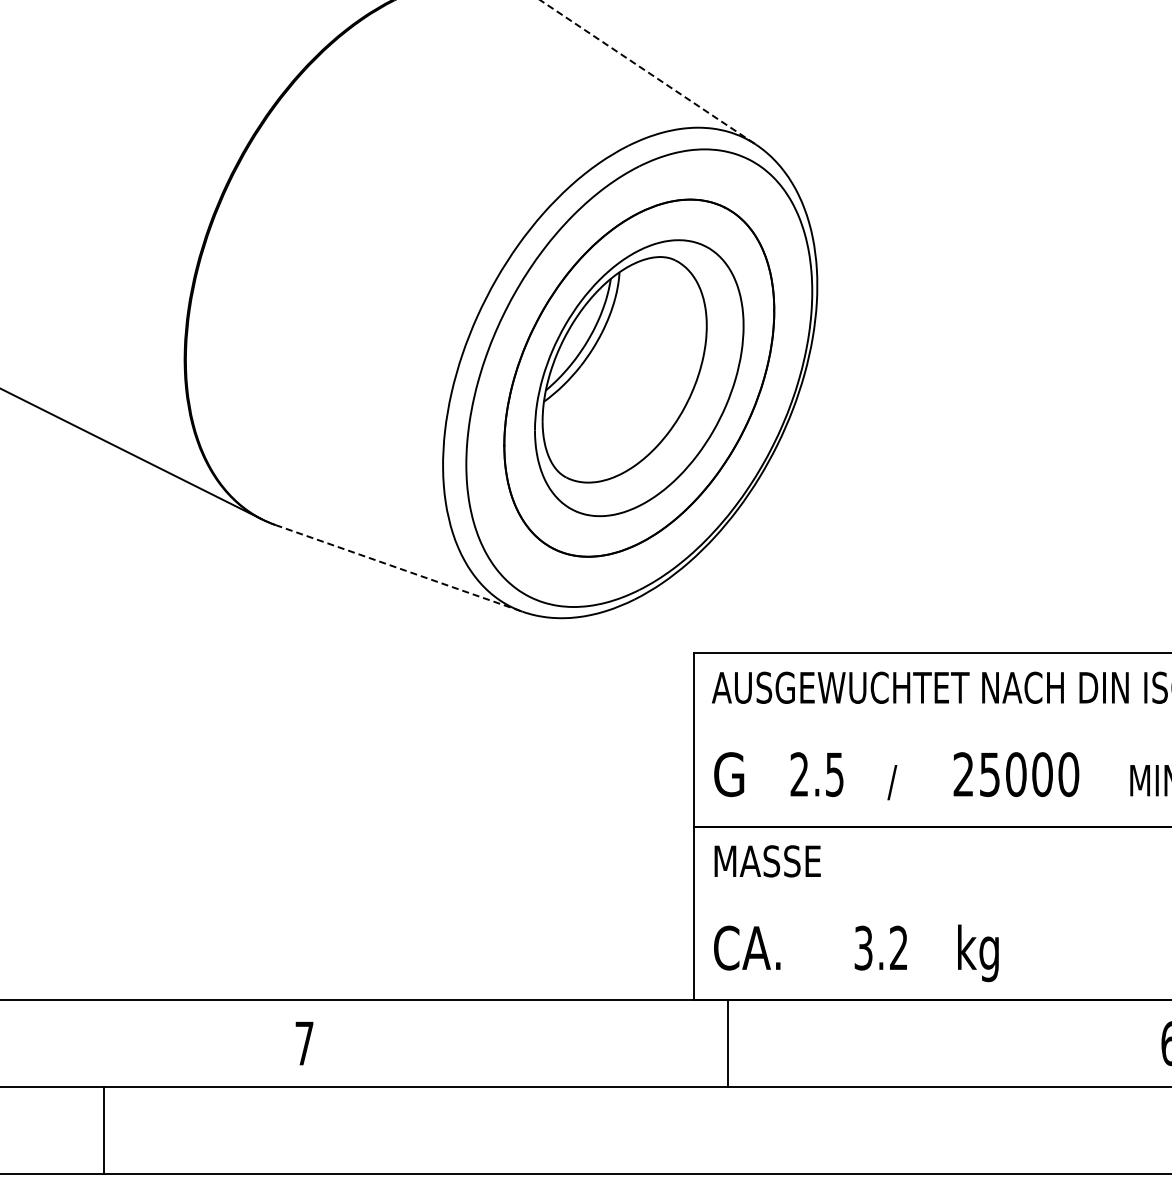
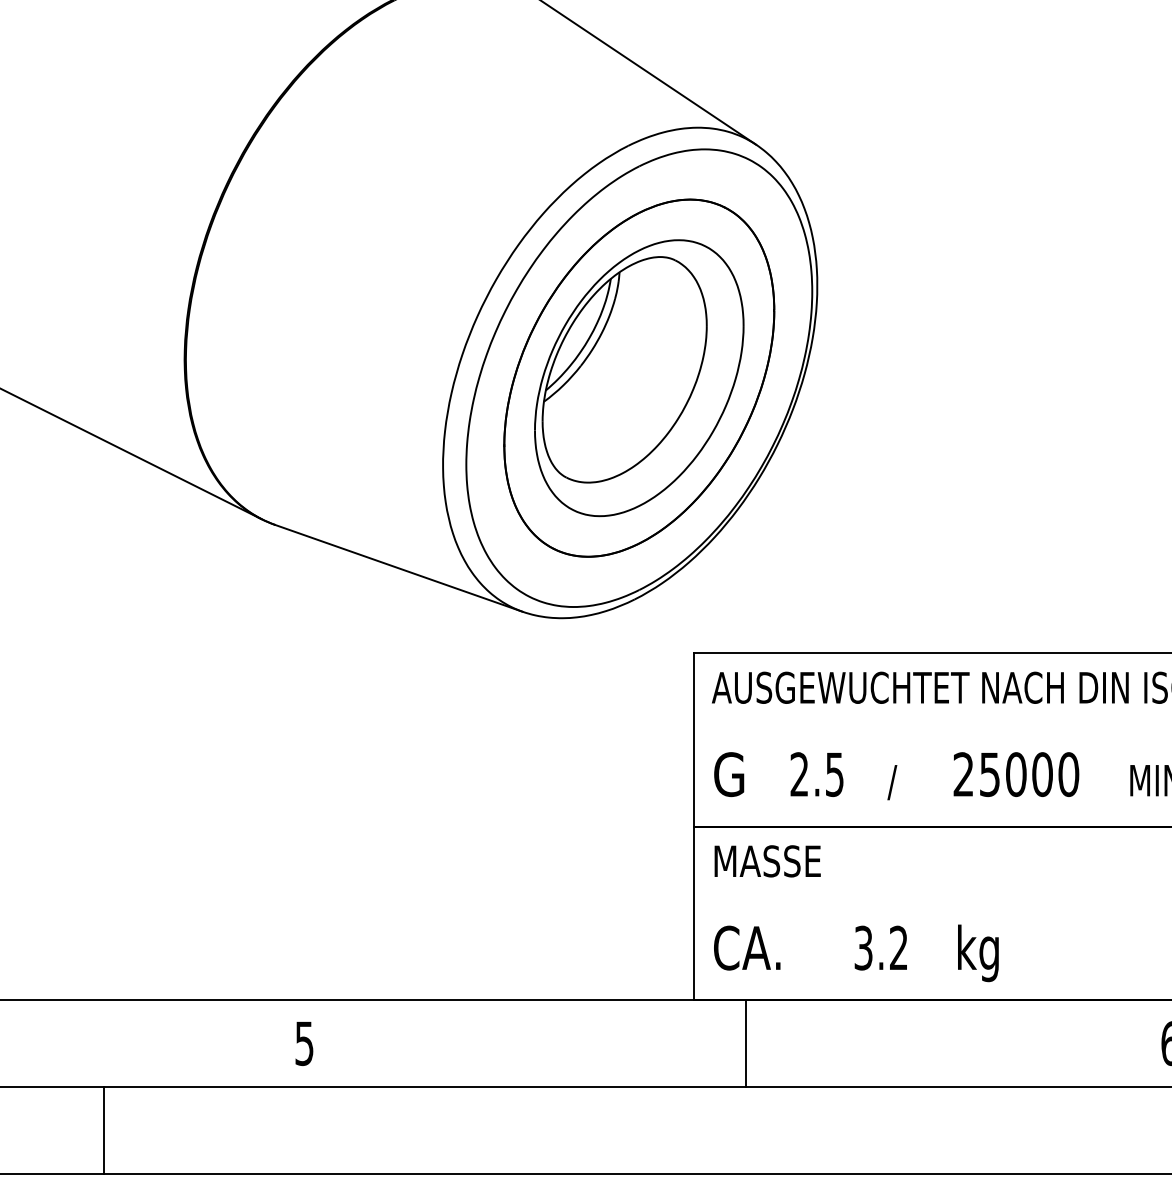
line at (648, 72): dashed -> solid
line at (399, 568): dashed -> solid
text at (304, 1043): 7 -> 5
line at (728, 1043) position: (728, 1043) -> (746, 1043)
